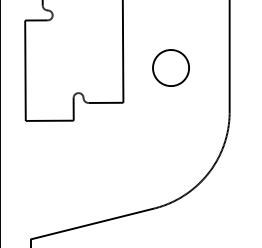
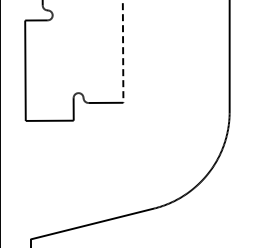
line at (123, 51): solid -> dashed
part at (170, 67): present -> none
